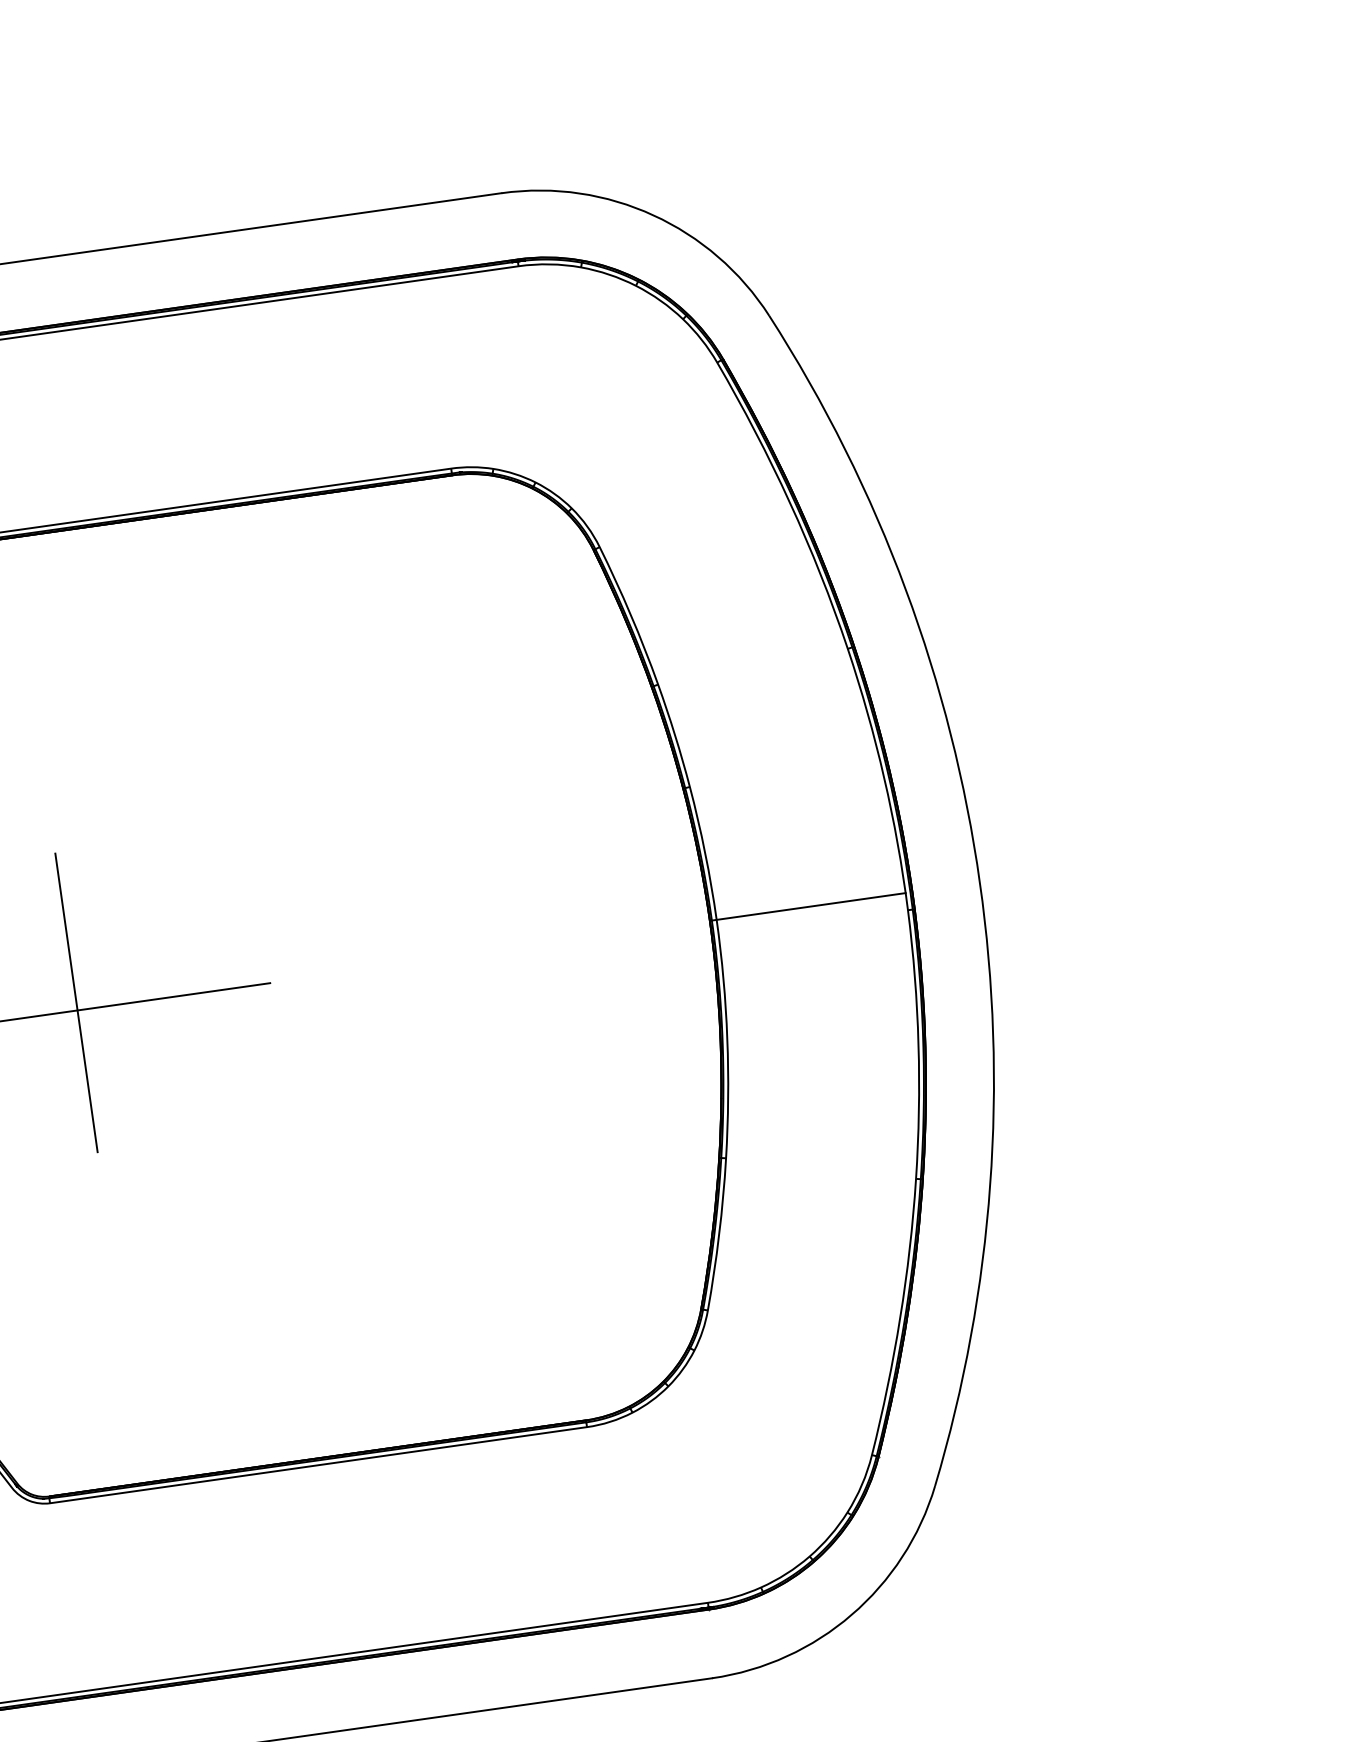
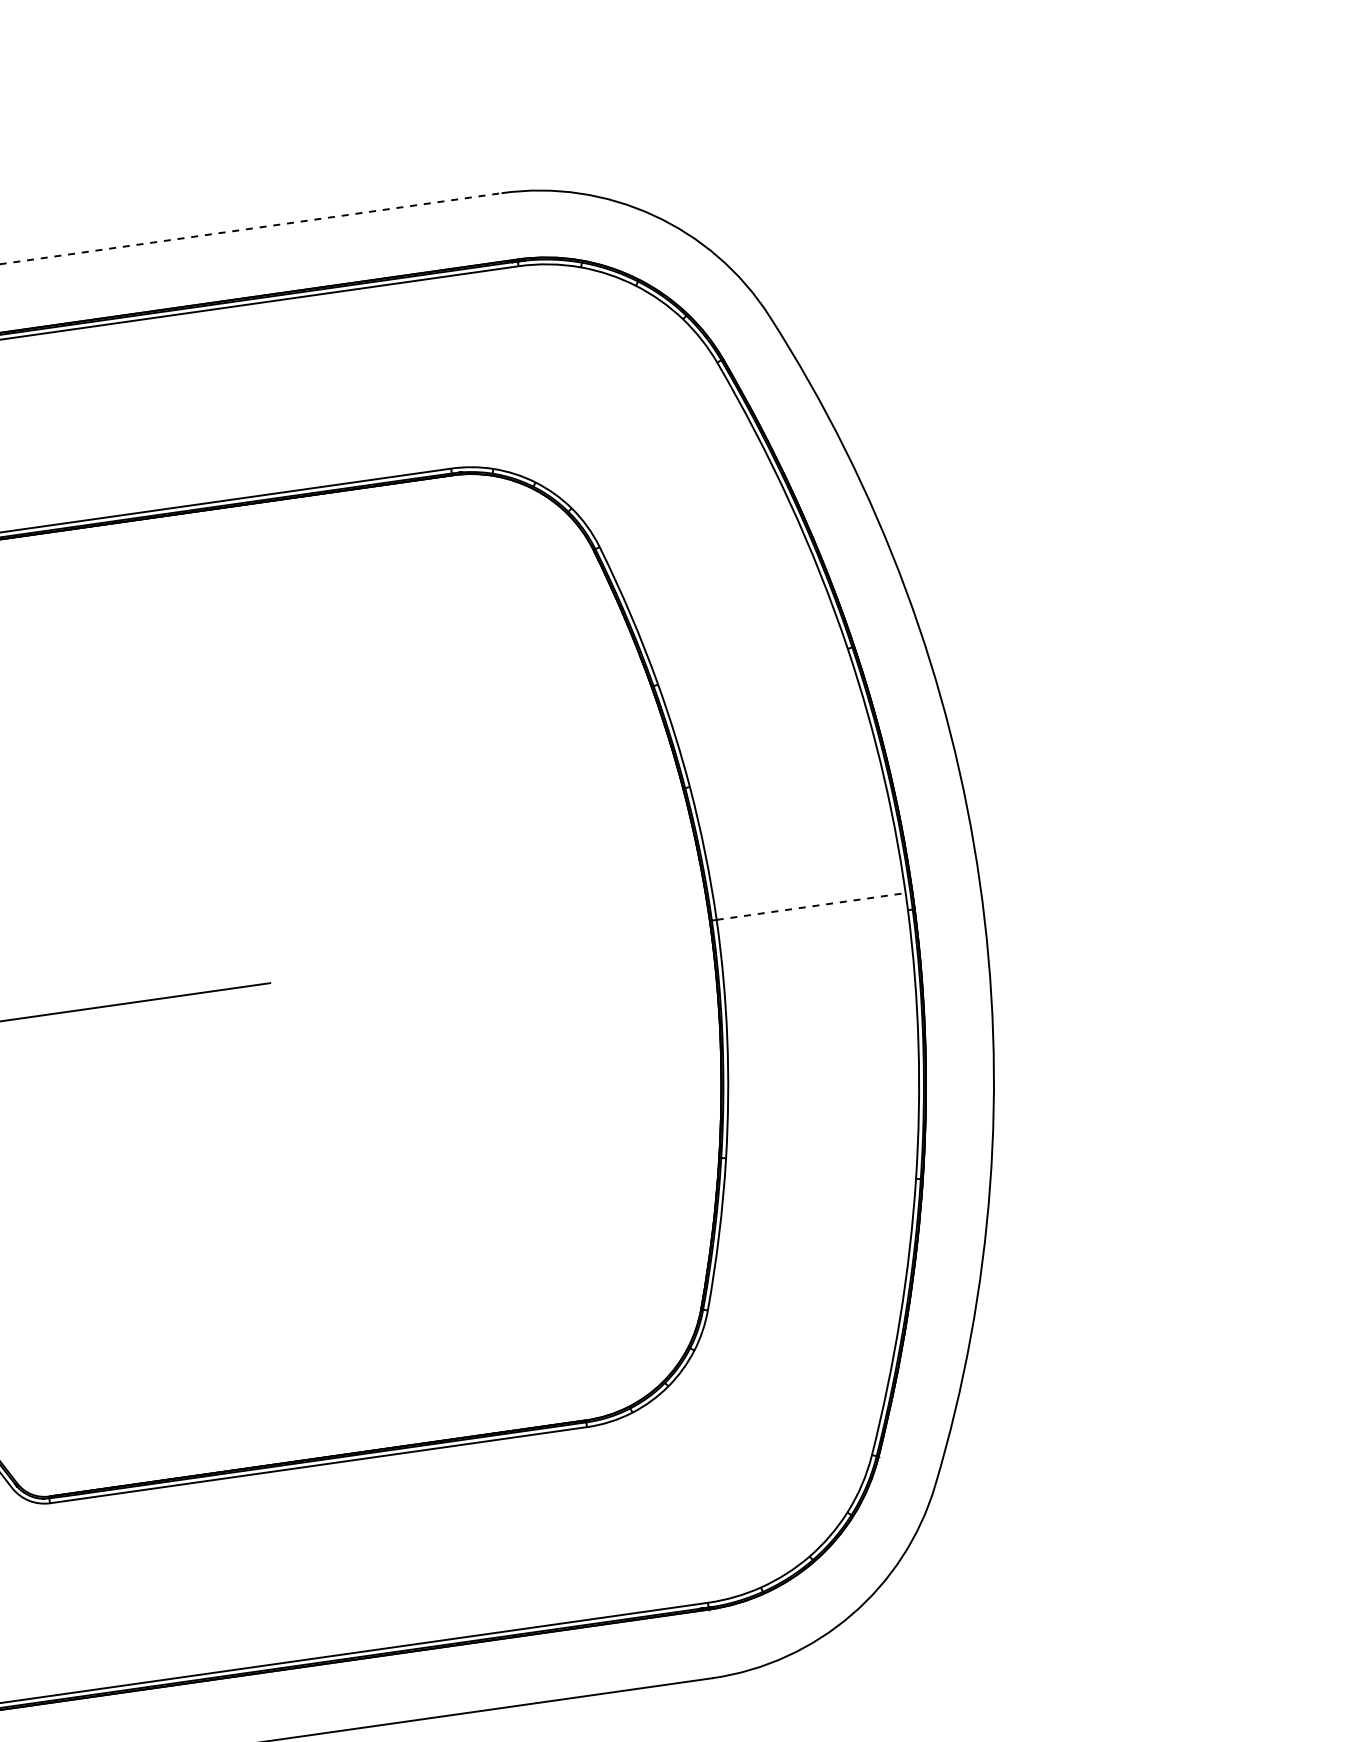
line at (251, 228): solid -> dashed
line at (811, 906): solid -> dashed
line at (76, 1002): present -> none
